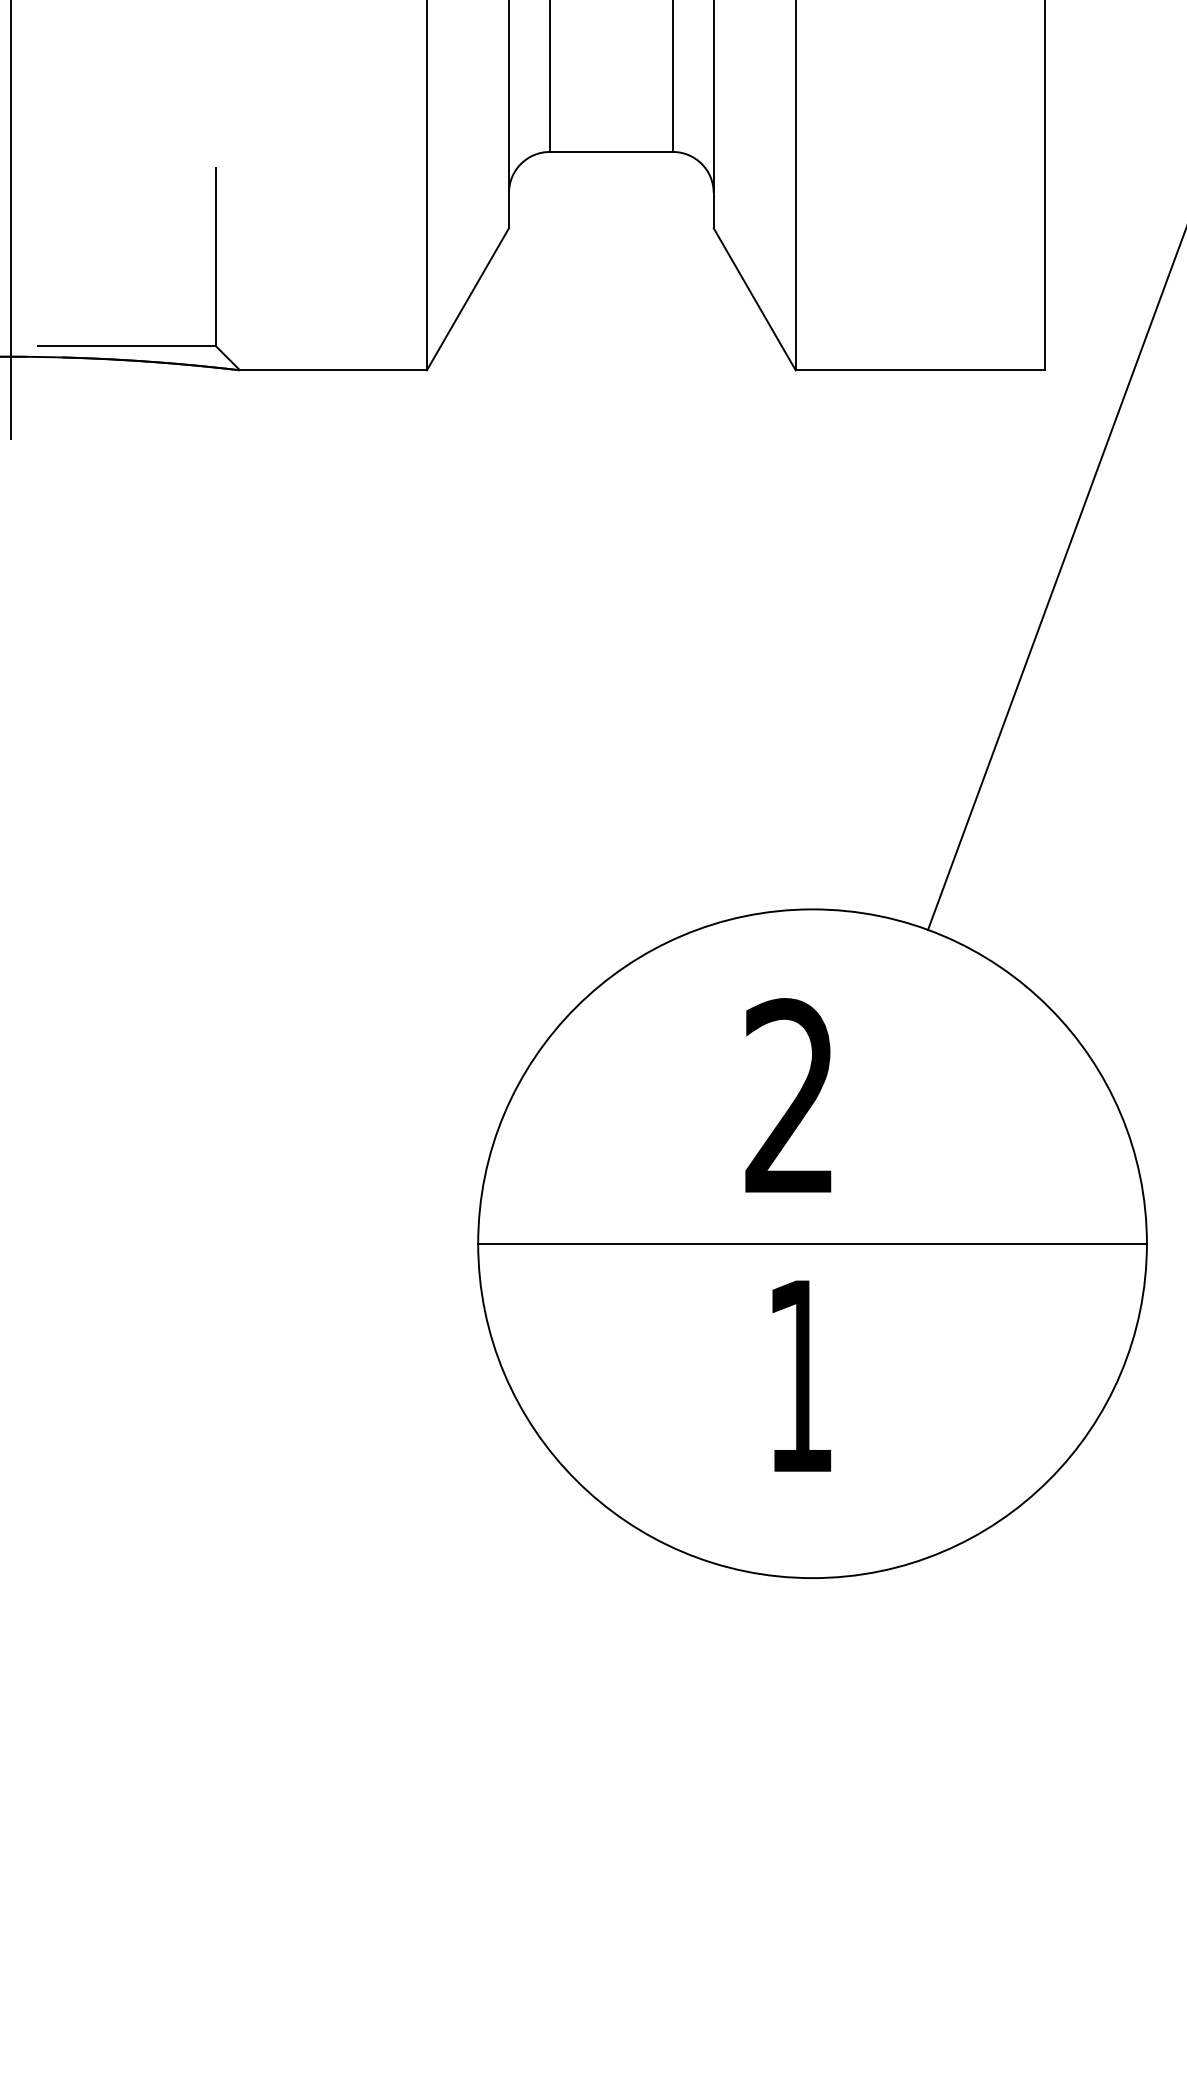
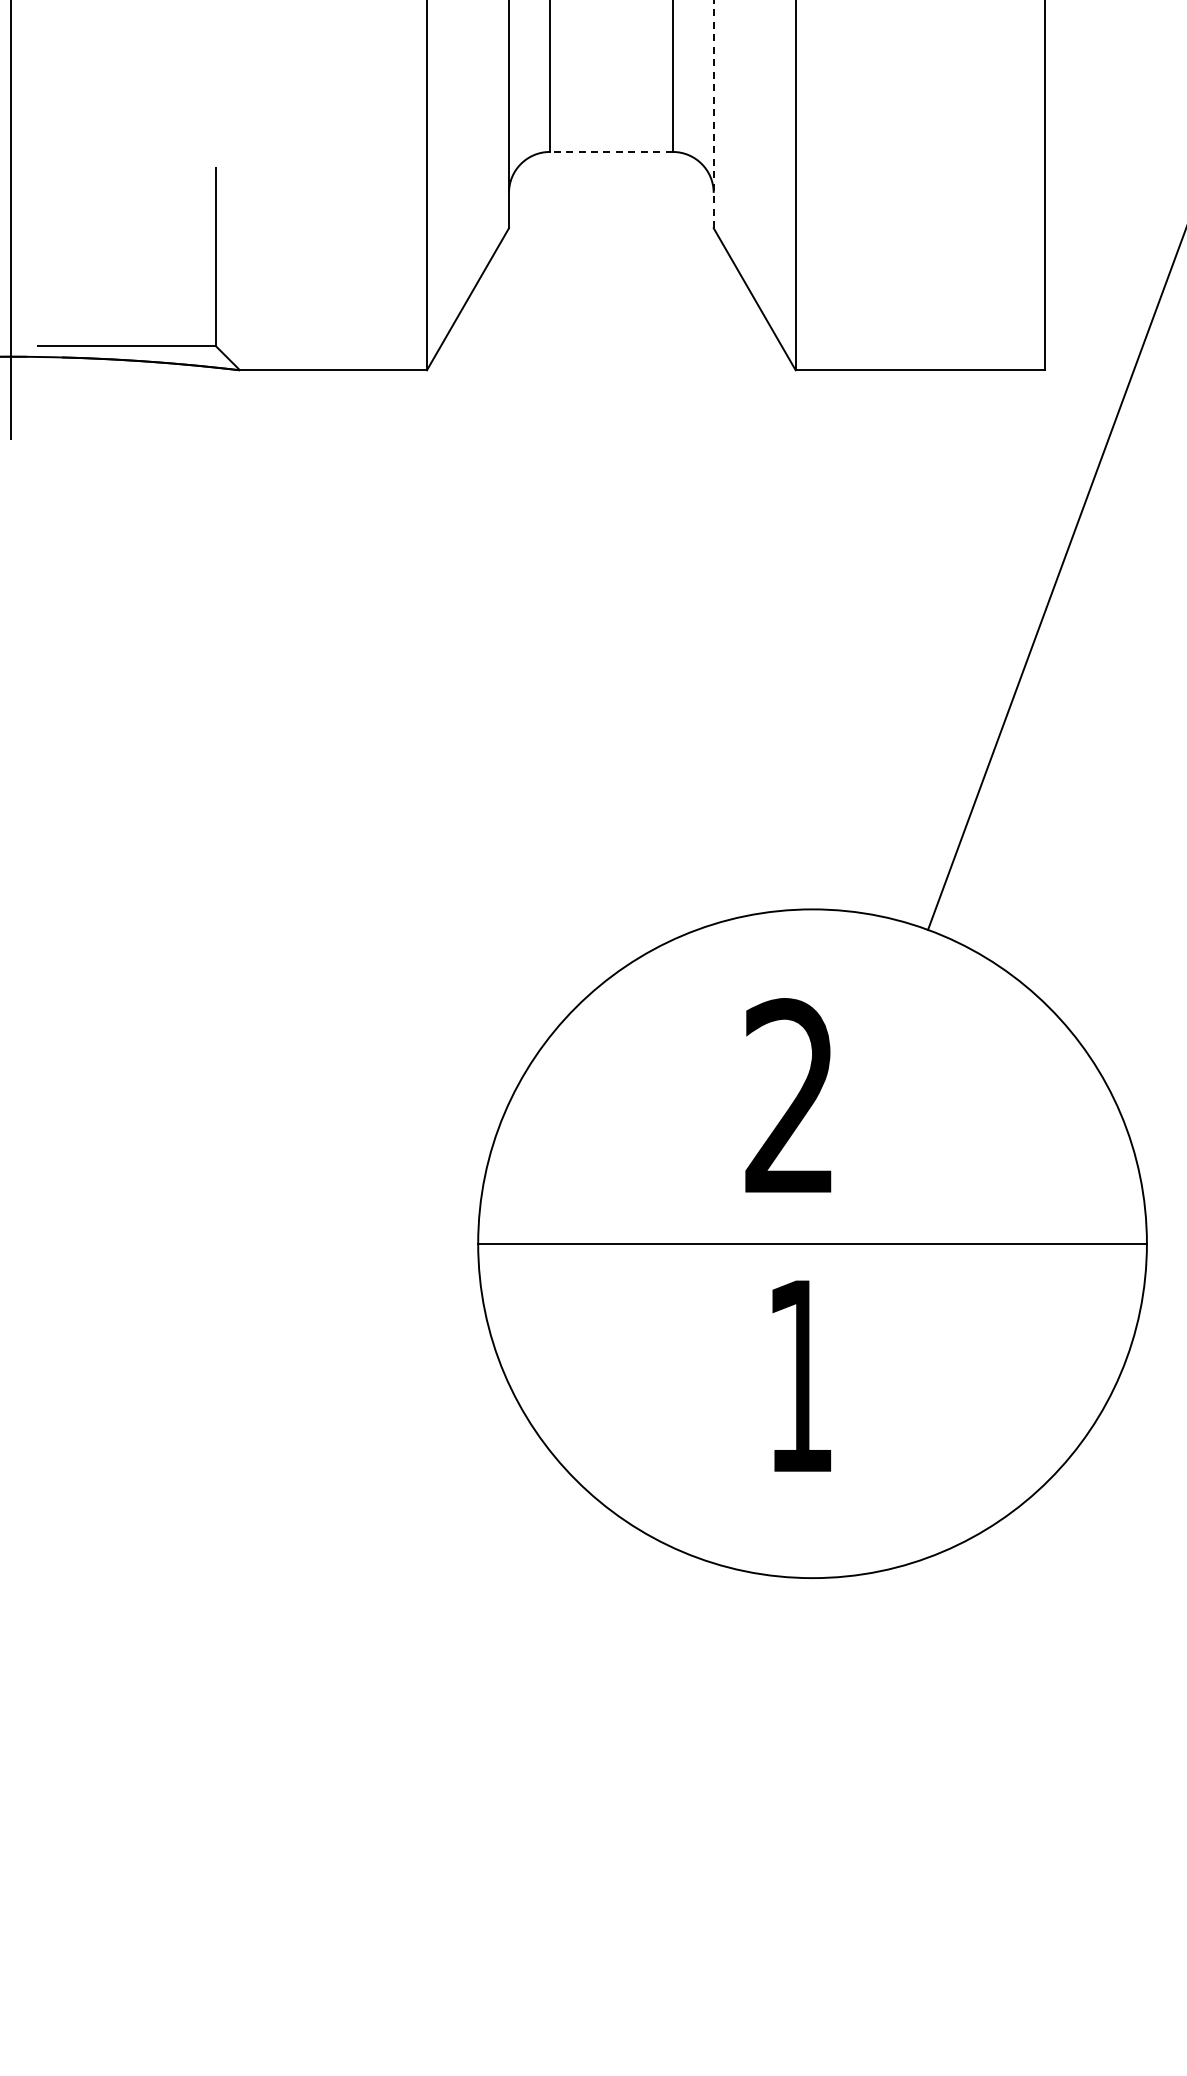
line at (713, 114): solid -> dashed
line at (610, 151): solid -> dashed
